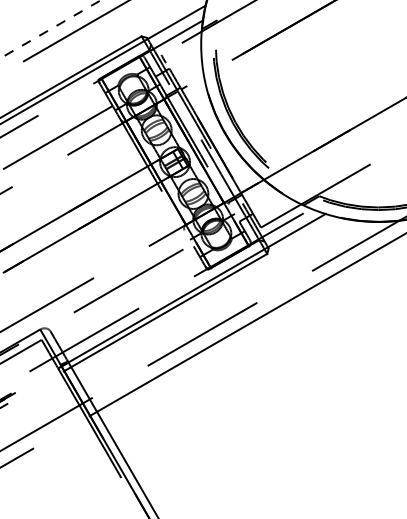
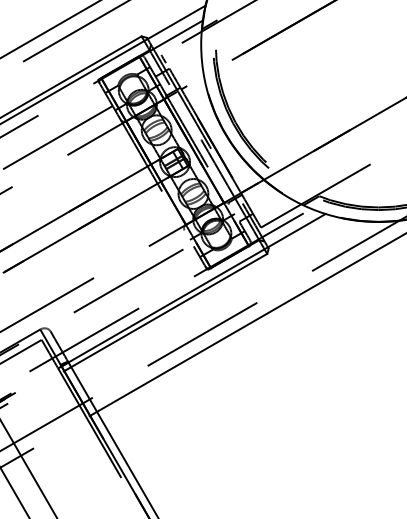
line at (50, 29): dashed -> solid
line at (28, 468): none -> present
line at (14, 493): none -> present
